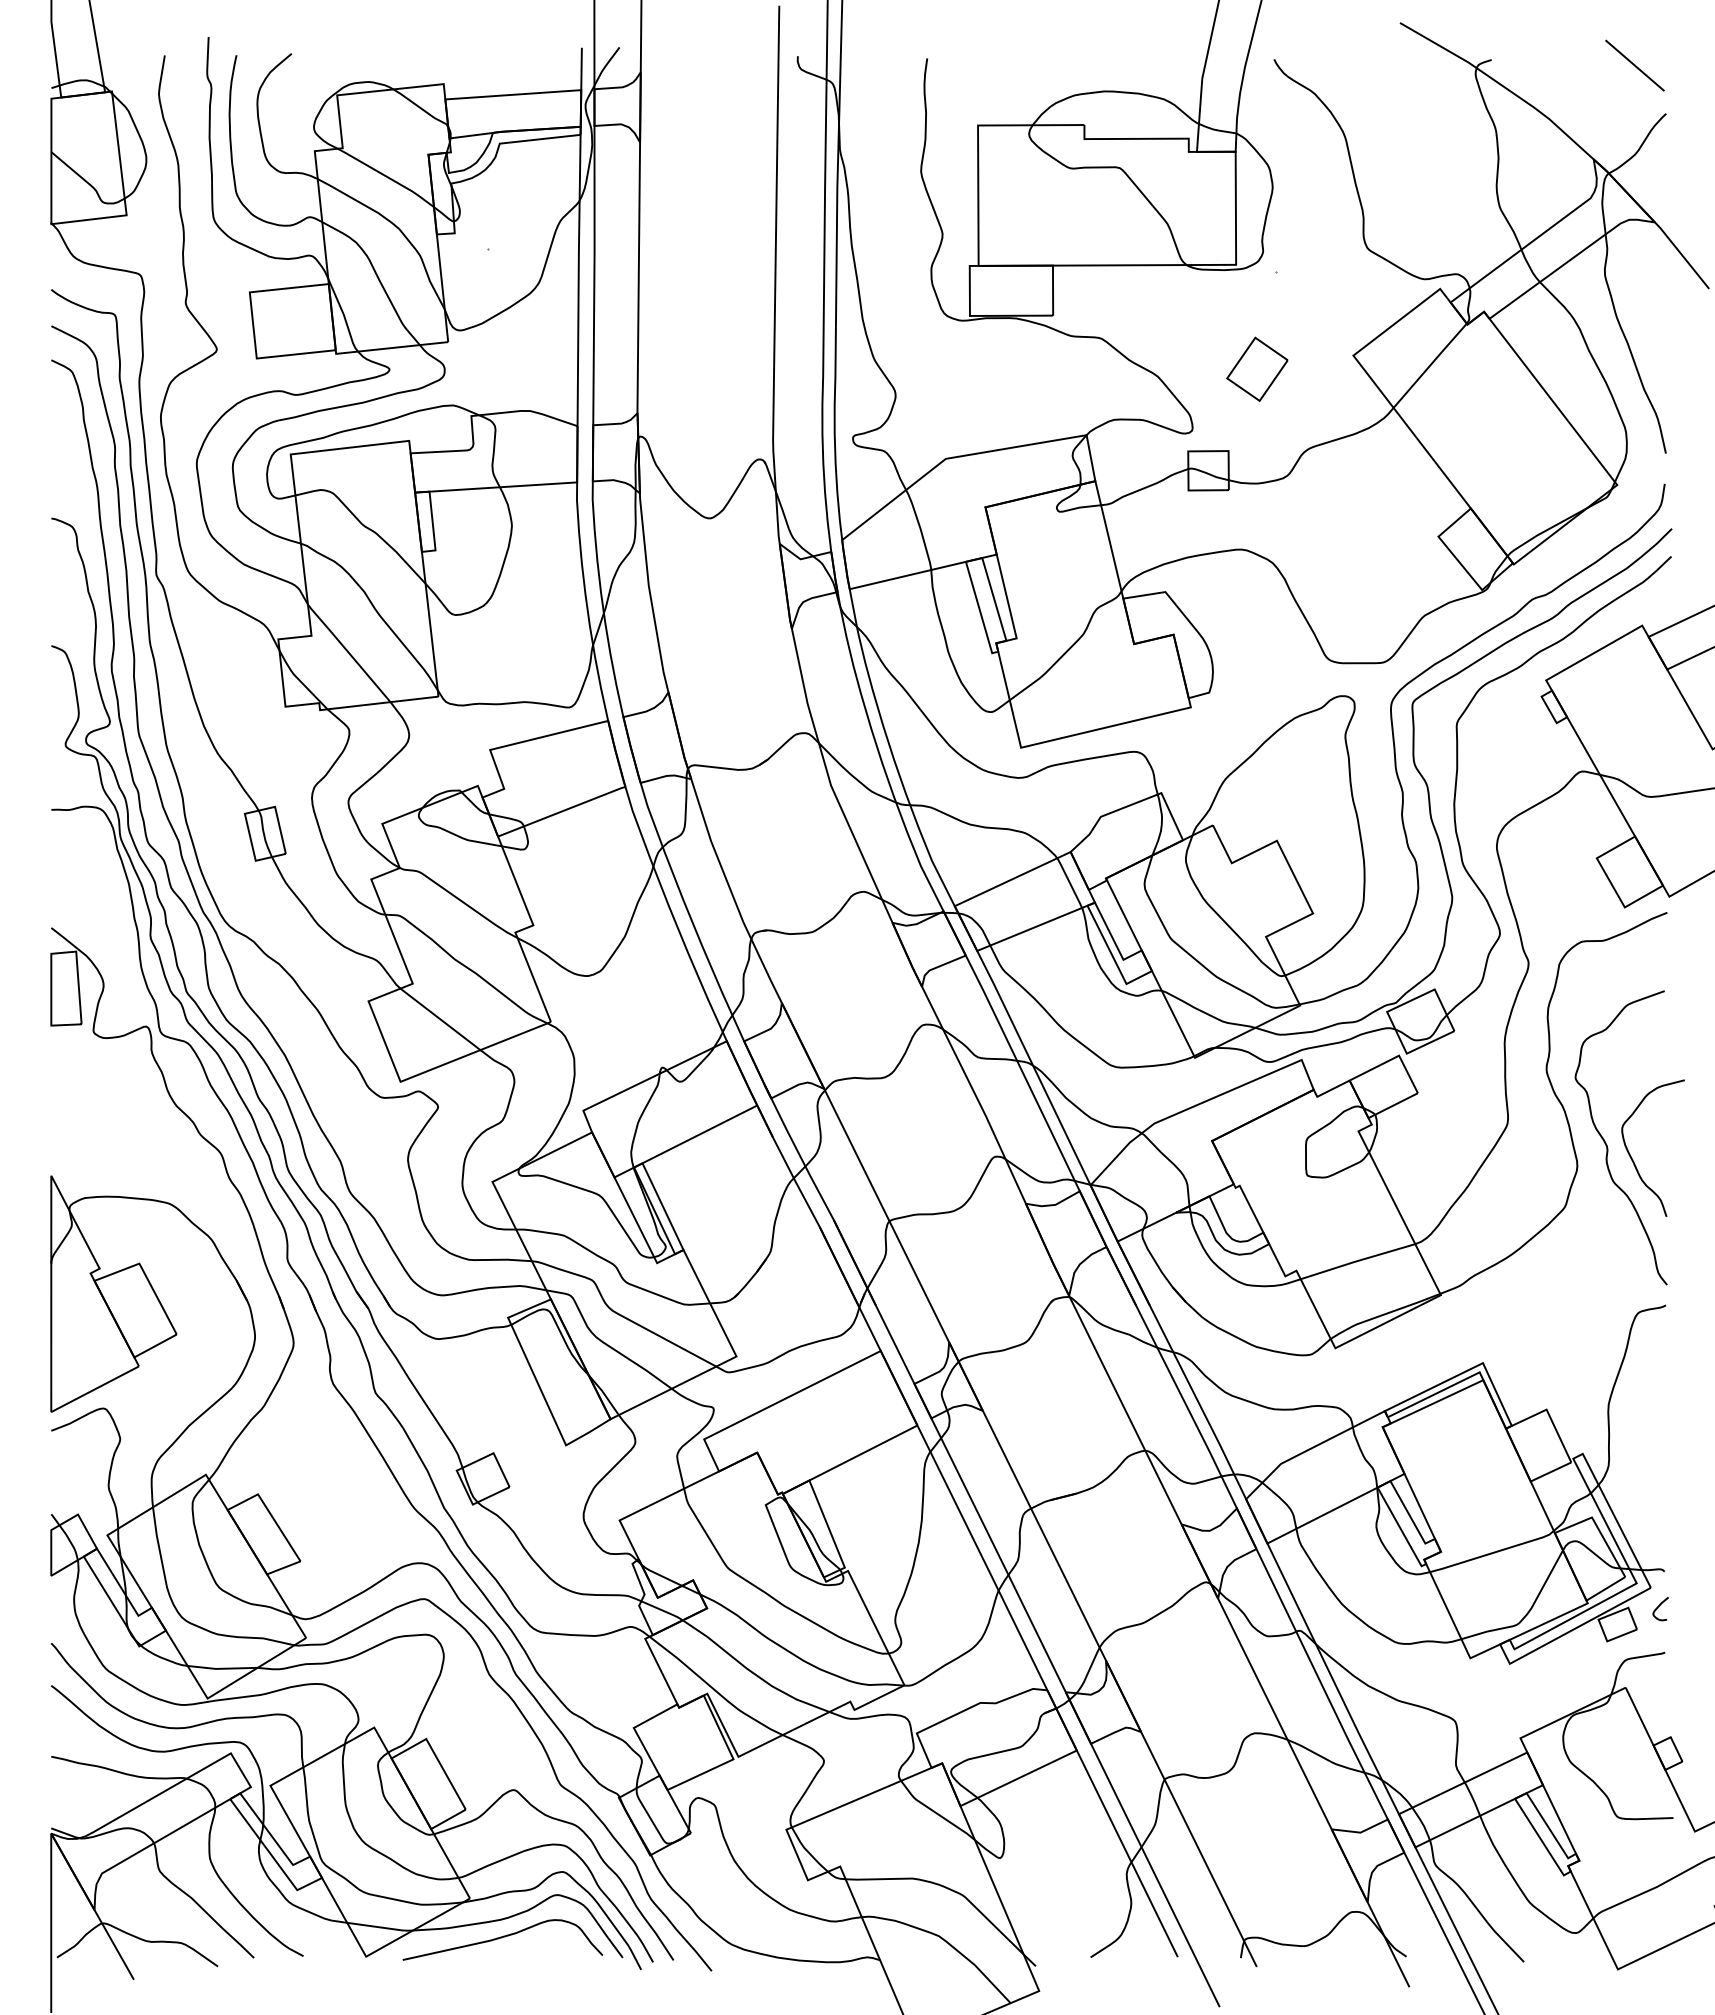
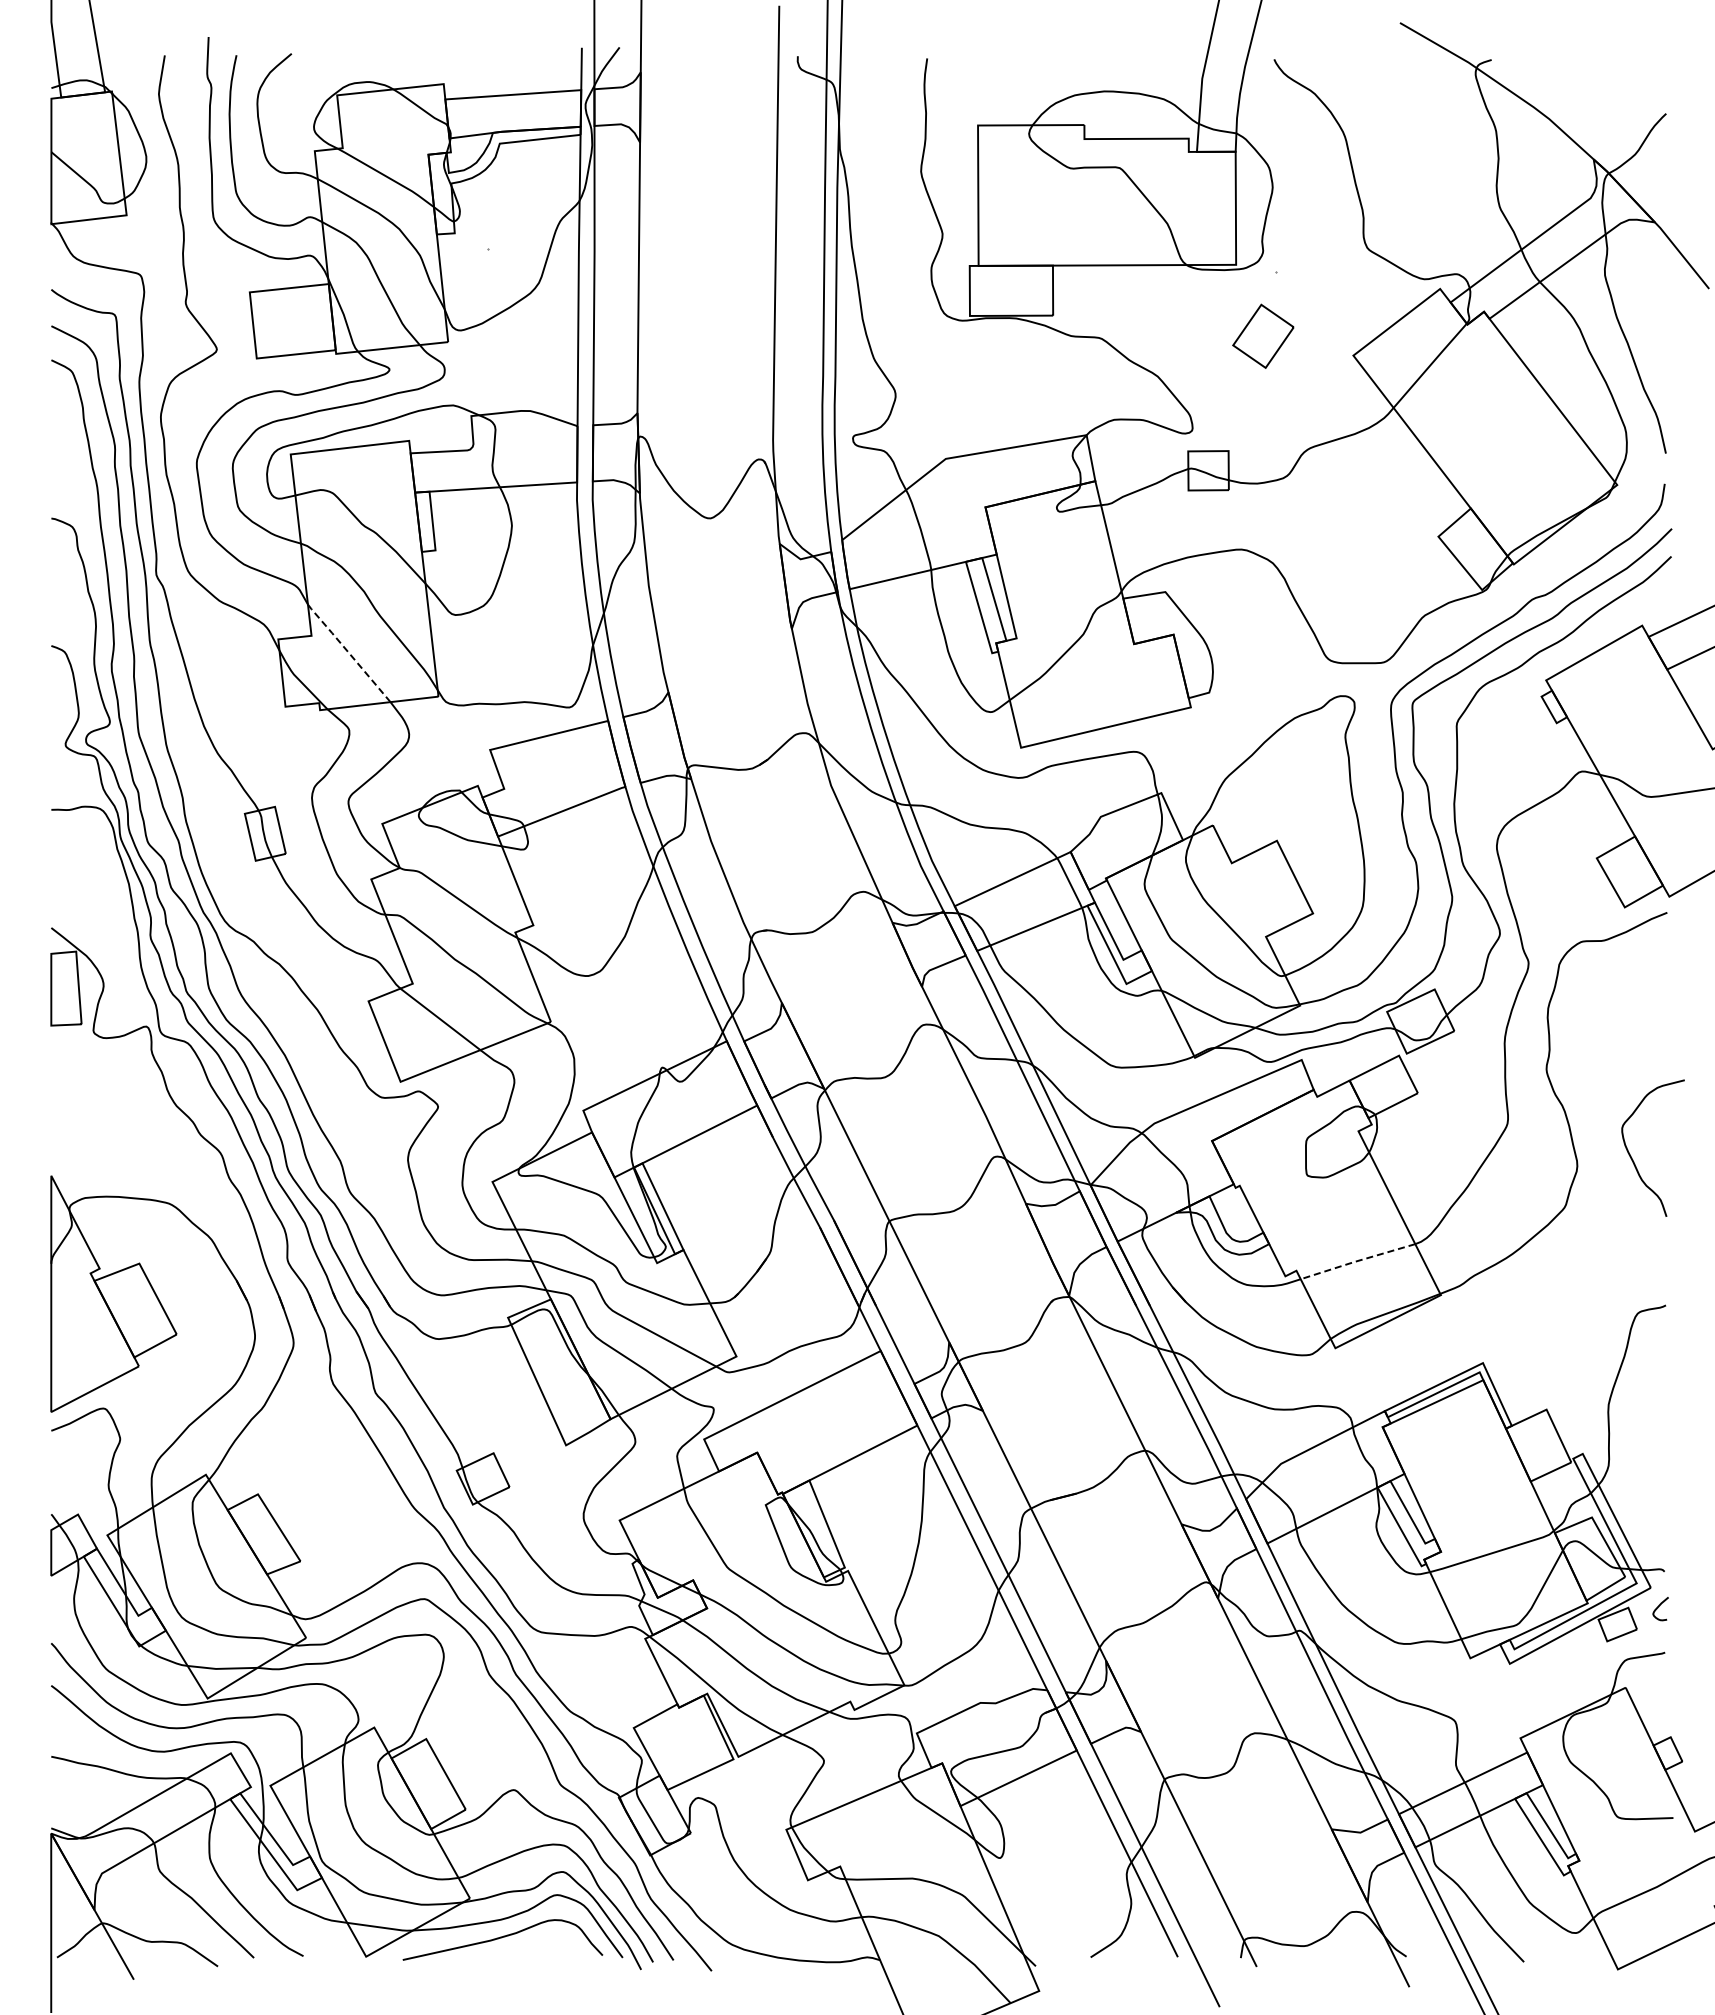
line at (1634, 65): present -> none
part at (1257, 368) position: (1257, 368) -> (1263, 335)
line at (348, 652): solid -> dashed
curve at (1607, 1144): present -> none
line at (1357, 1261): solid -> dashed
